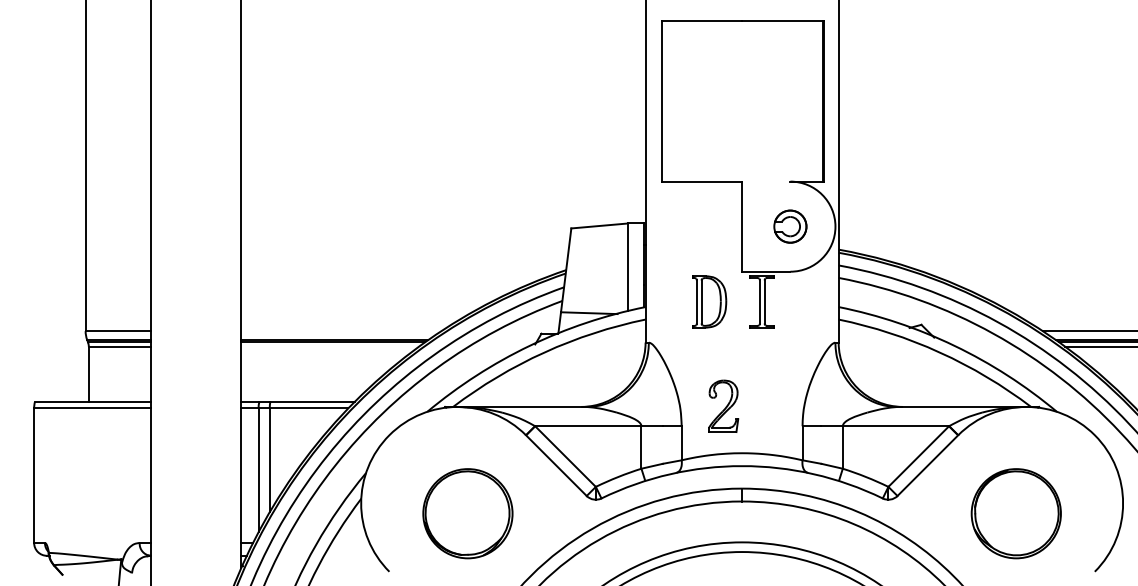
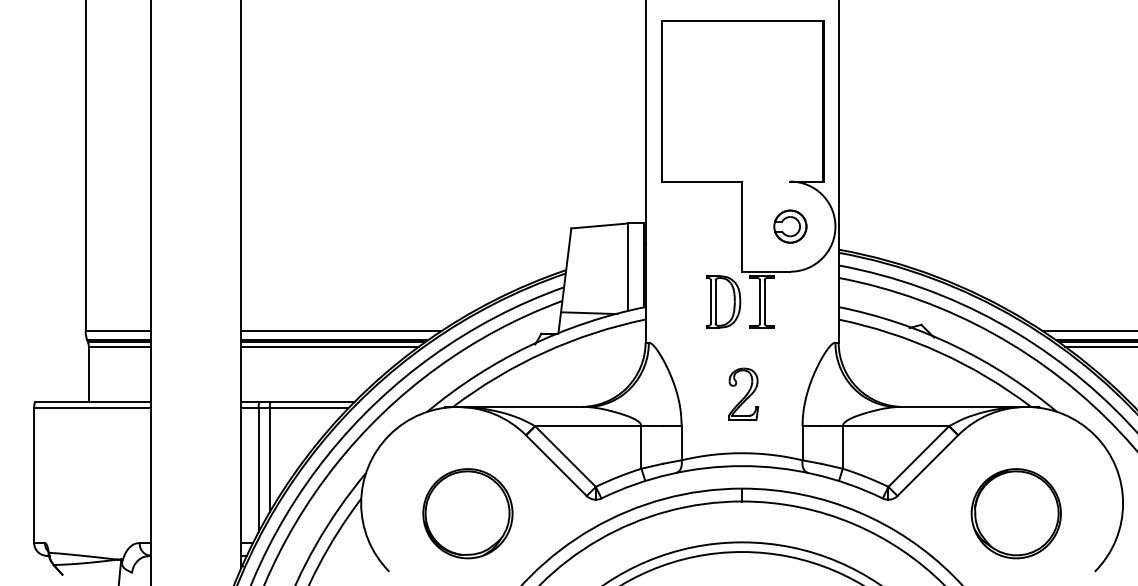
part at (709, 301) position: (709, 301) -> (723, 301)
line at (341, 331): none -> present
line at (329, 346): none -> present
part at (723, 405) position: (723, 405) -> (743, 393)
